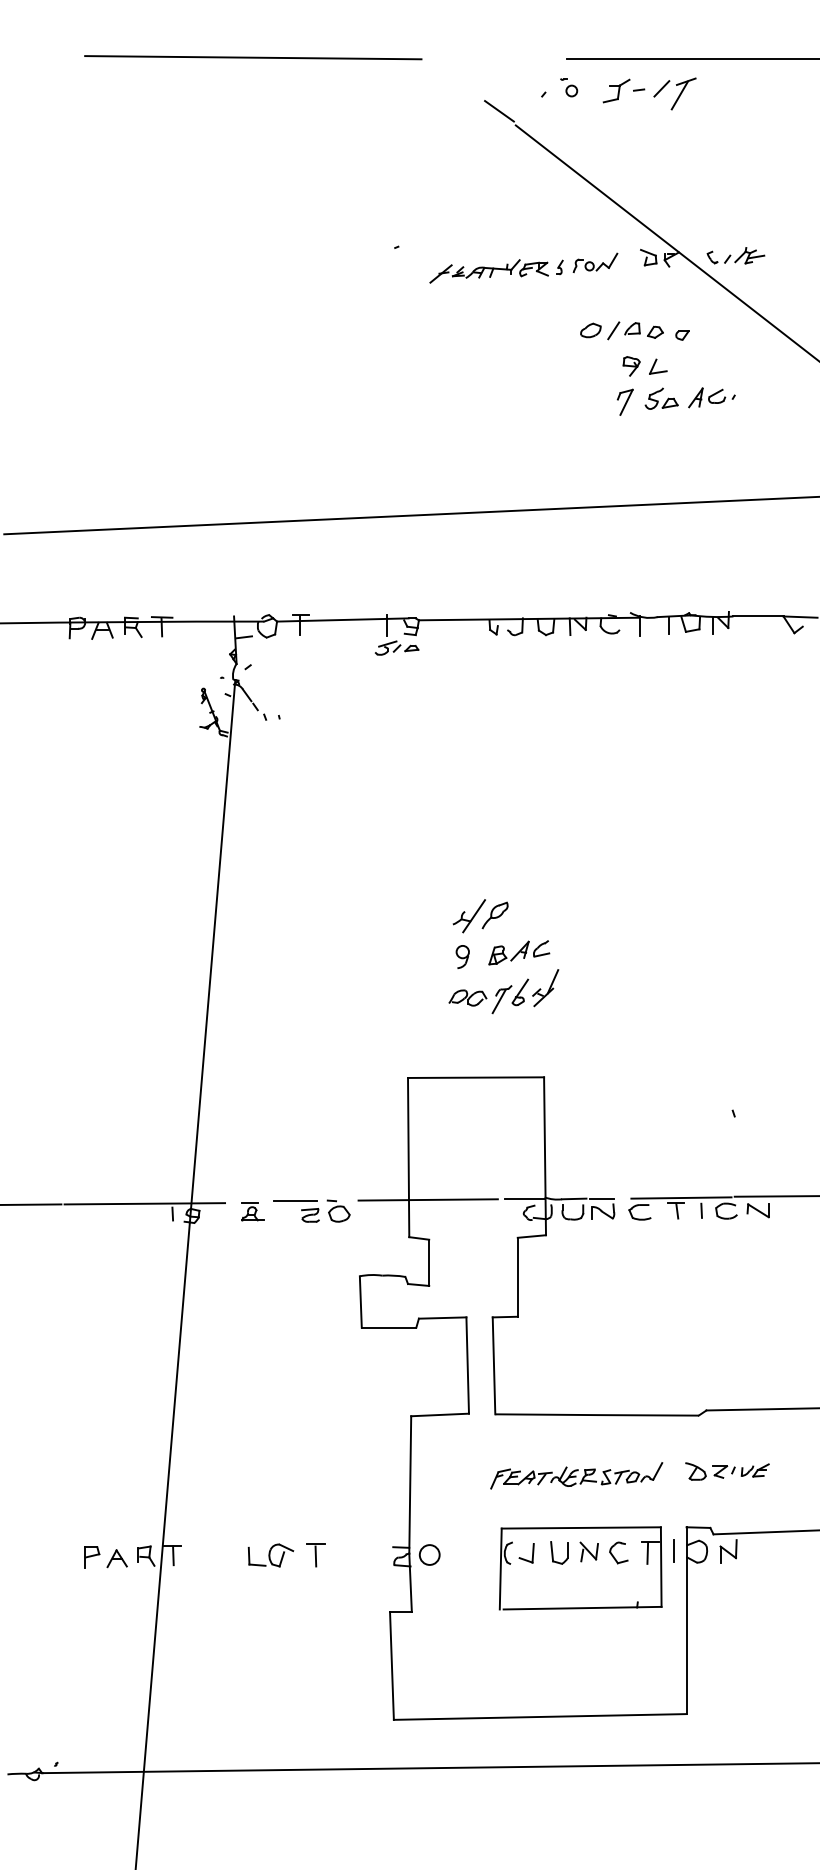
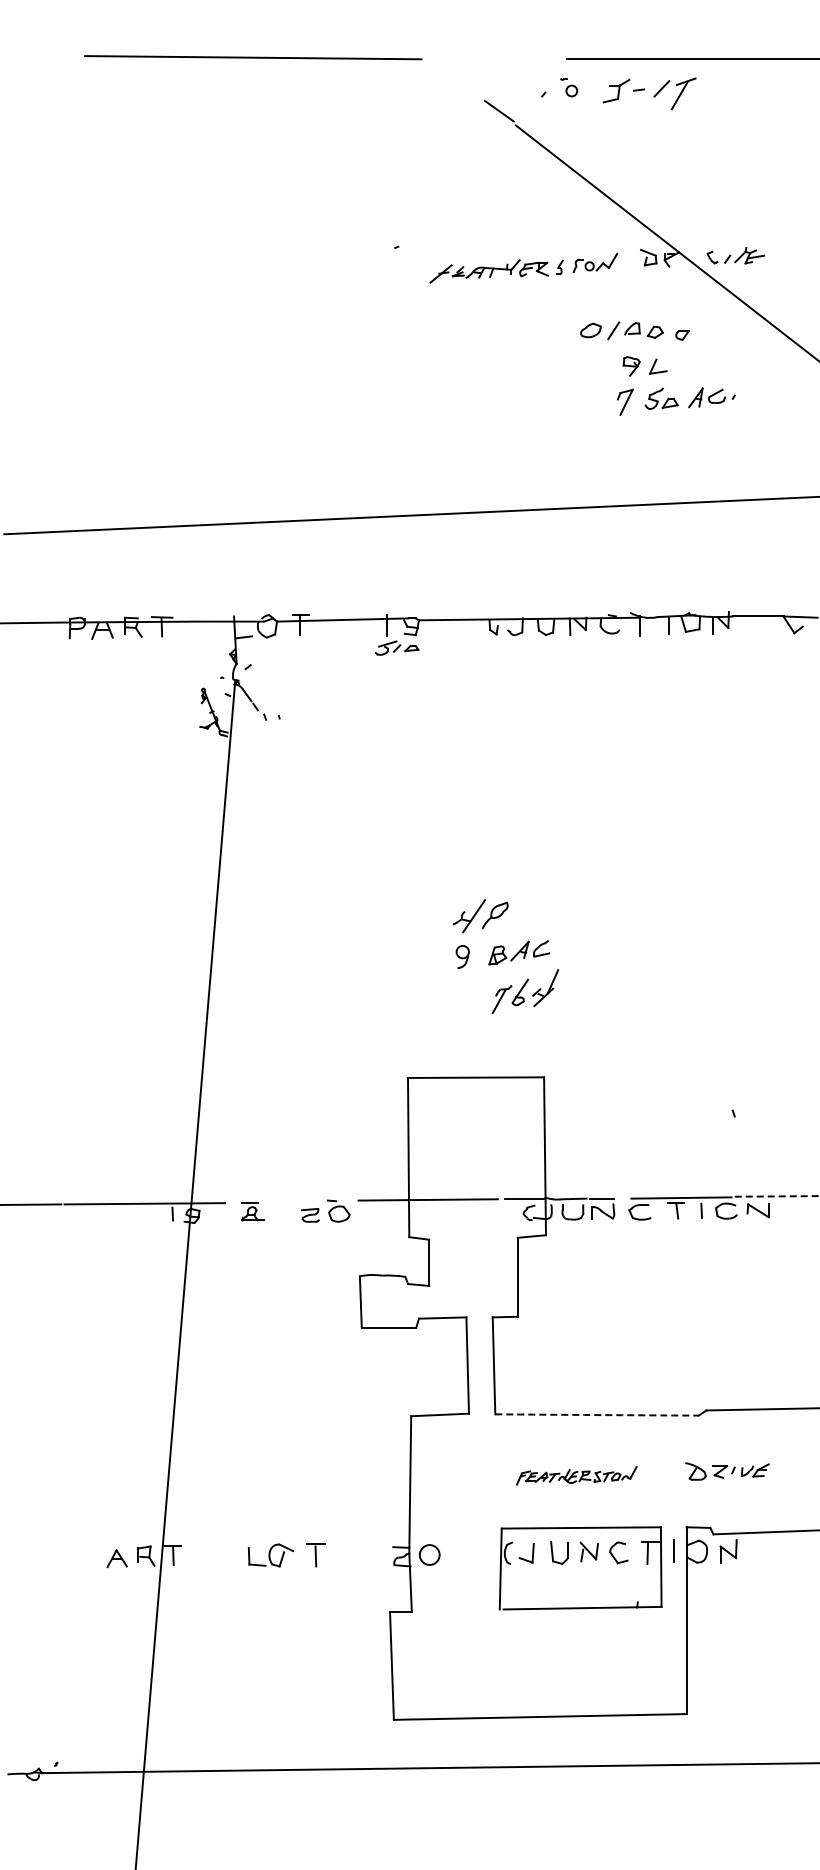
part at (467, 997): present -> none
line at (777, 1196): solid -> dashed
line at (294, 1201): present -> none
arc at (597, 1415): solid -> dashed
part at (576, 1475) size: 174x28 px -> 122x21 px
part at (92, 1557): present -> none
